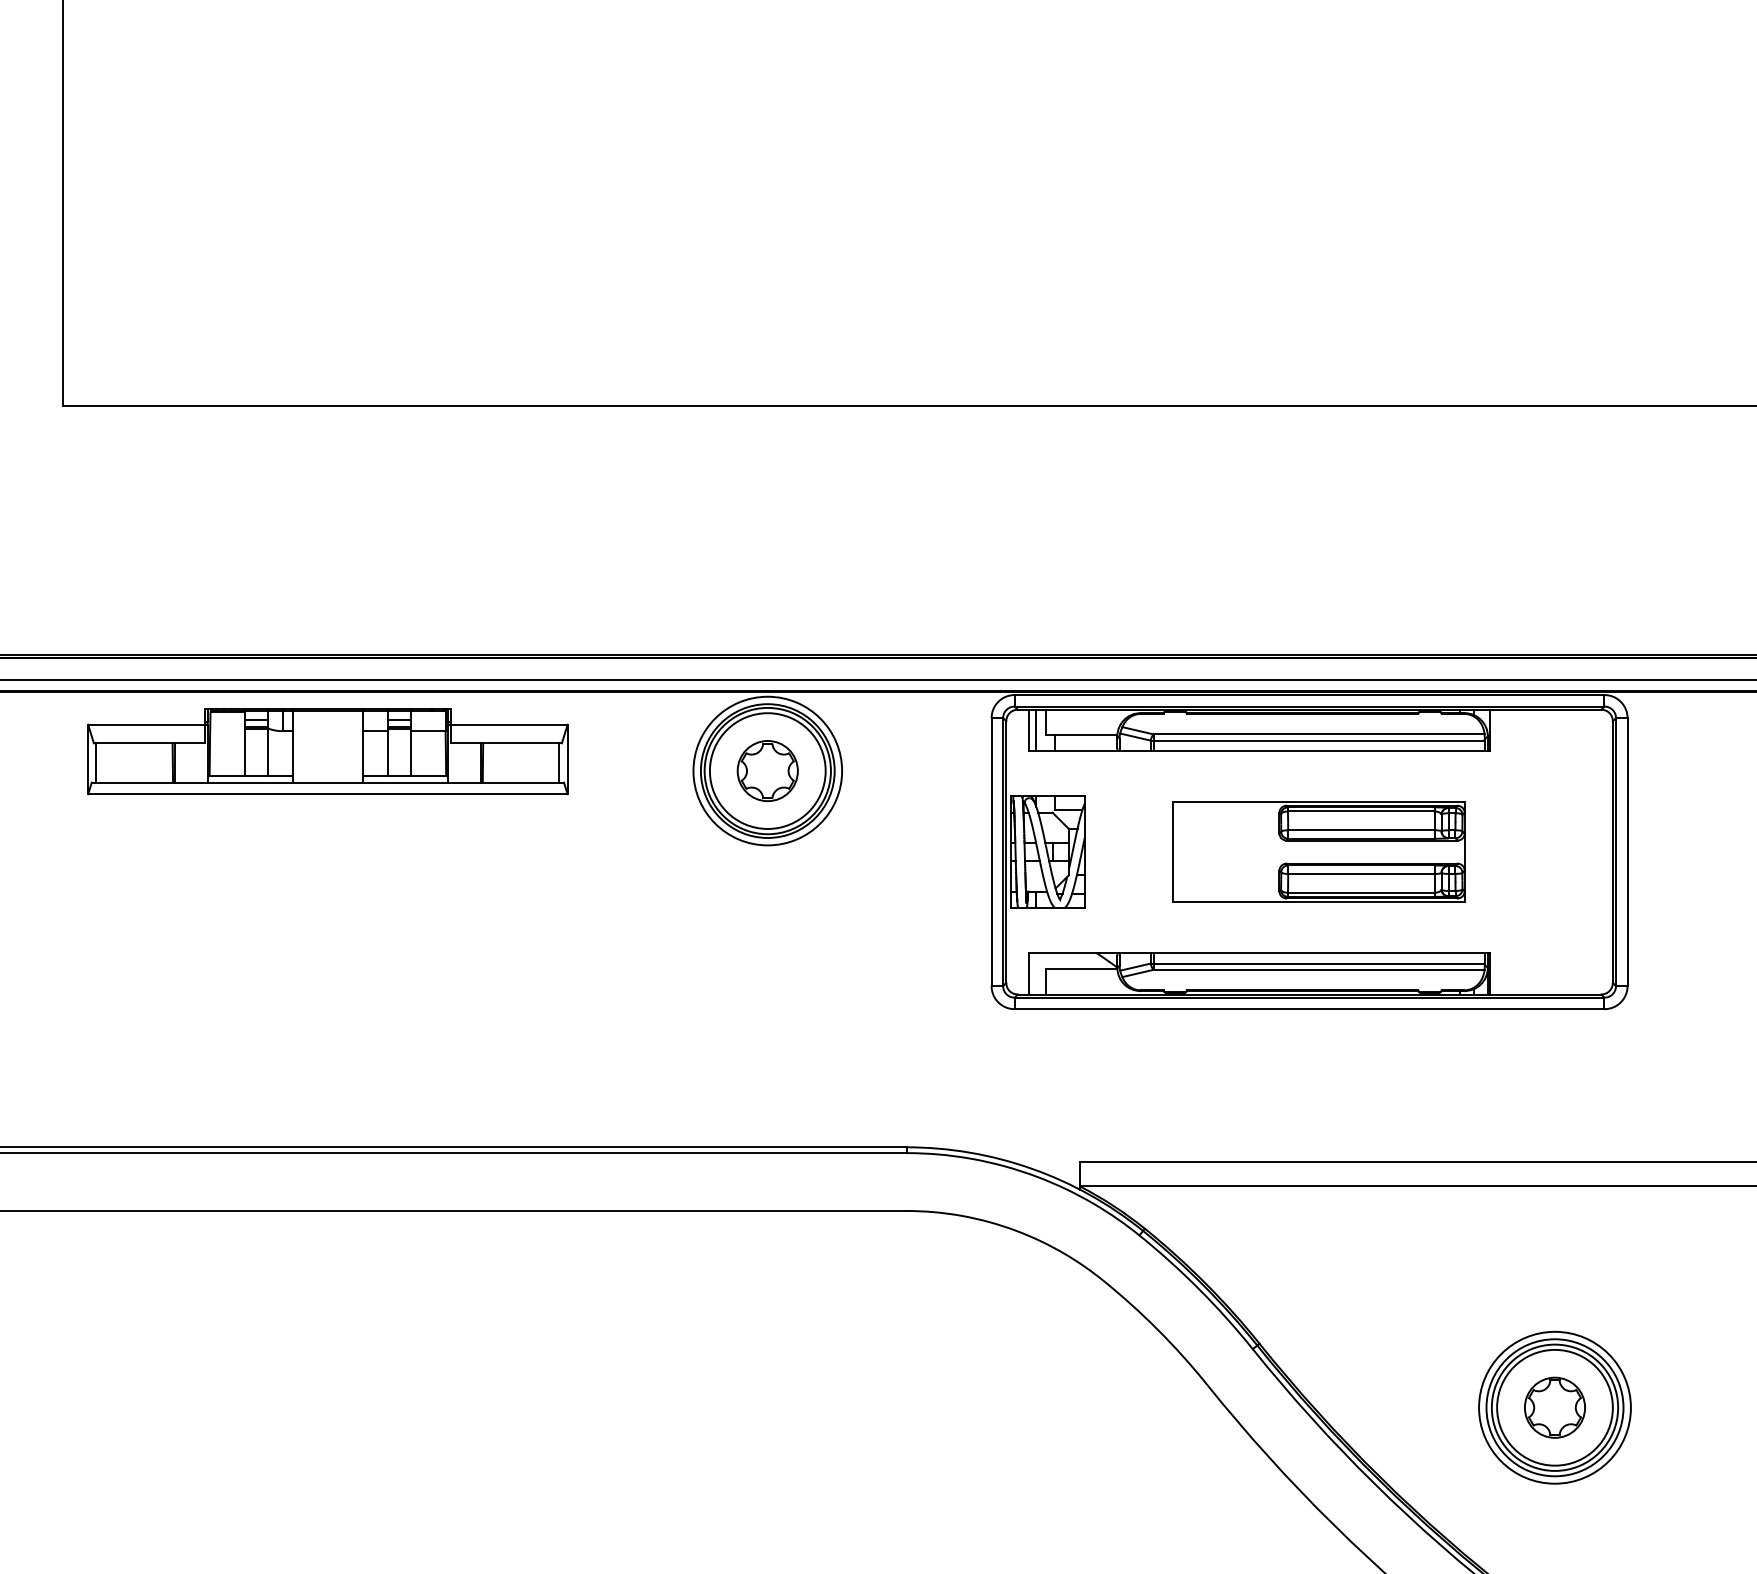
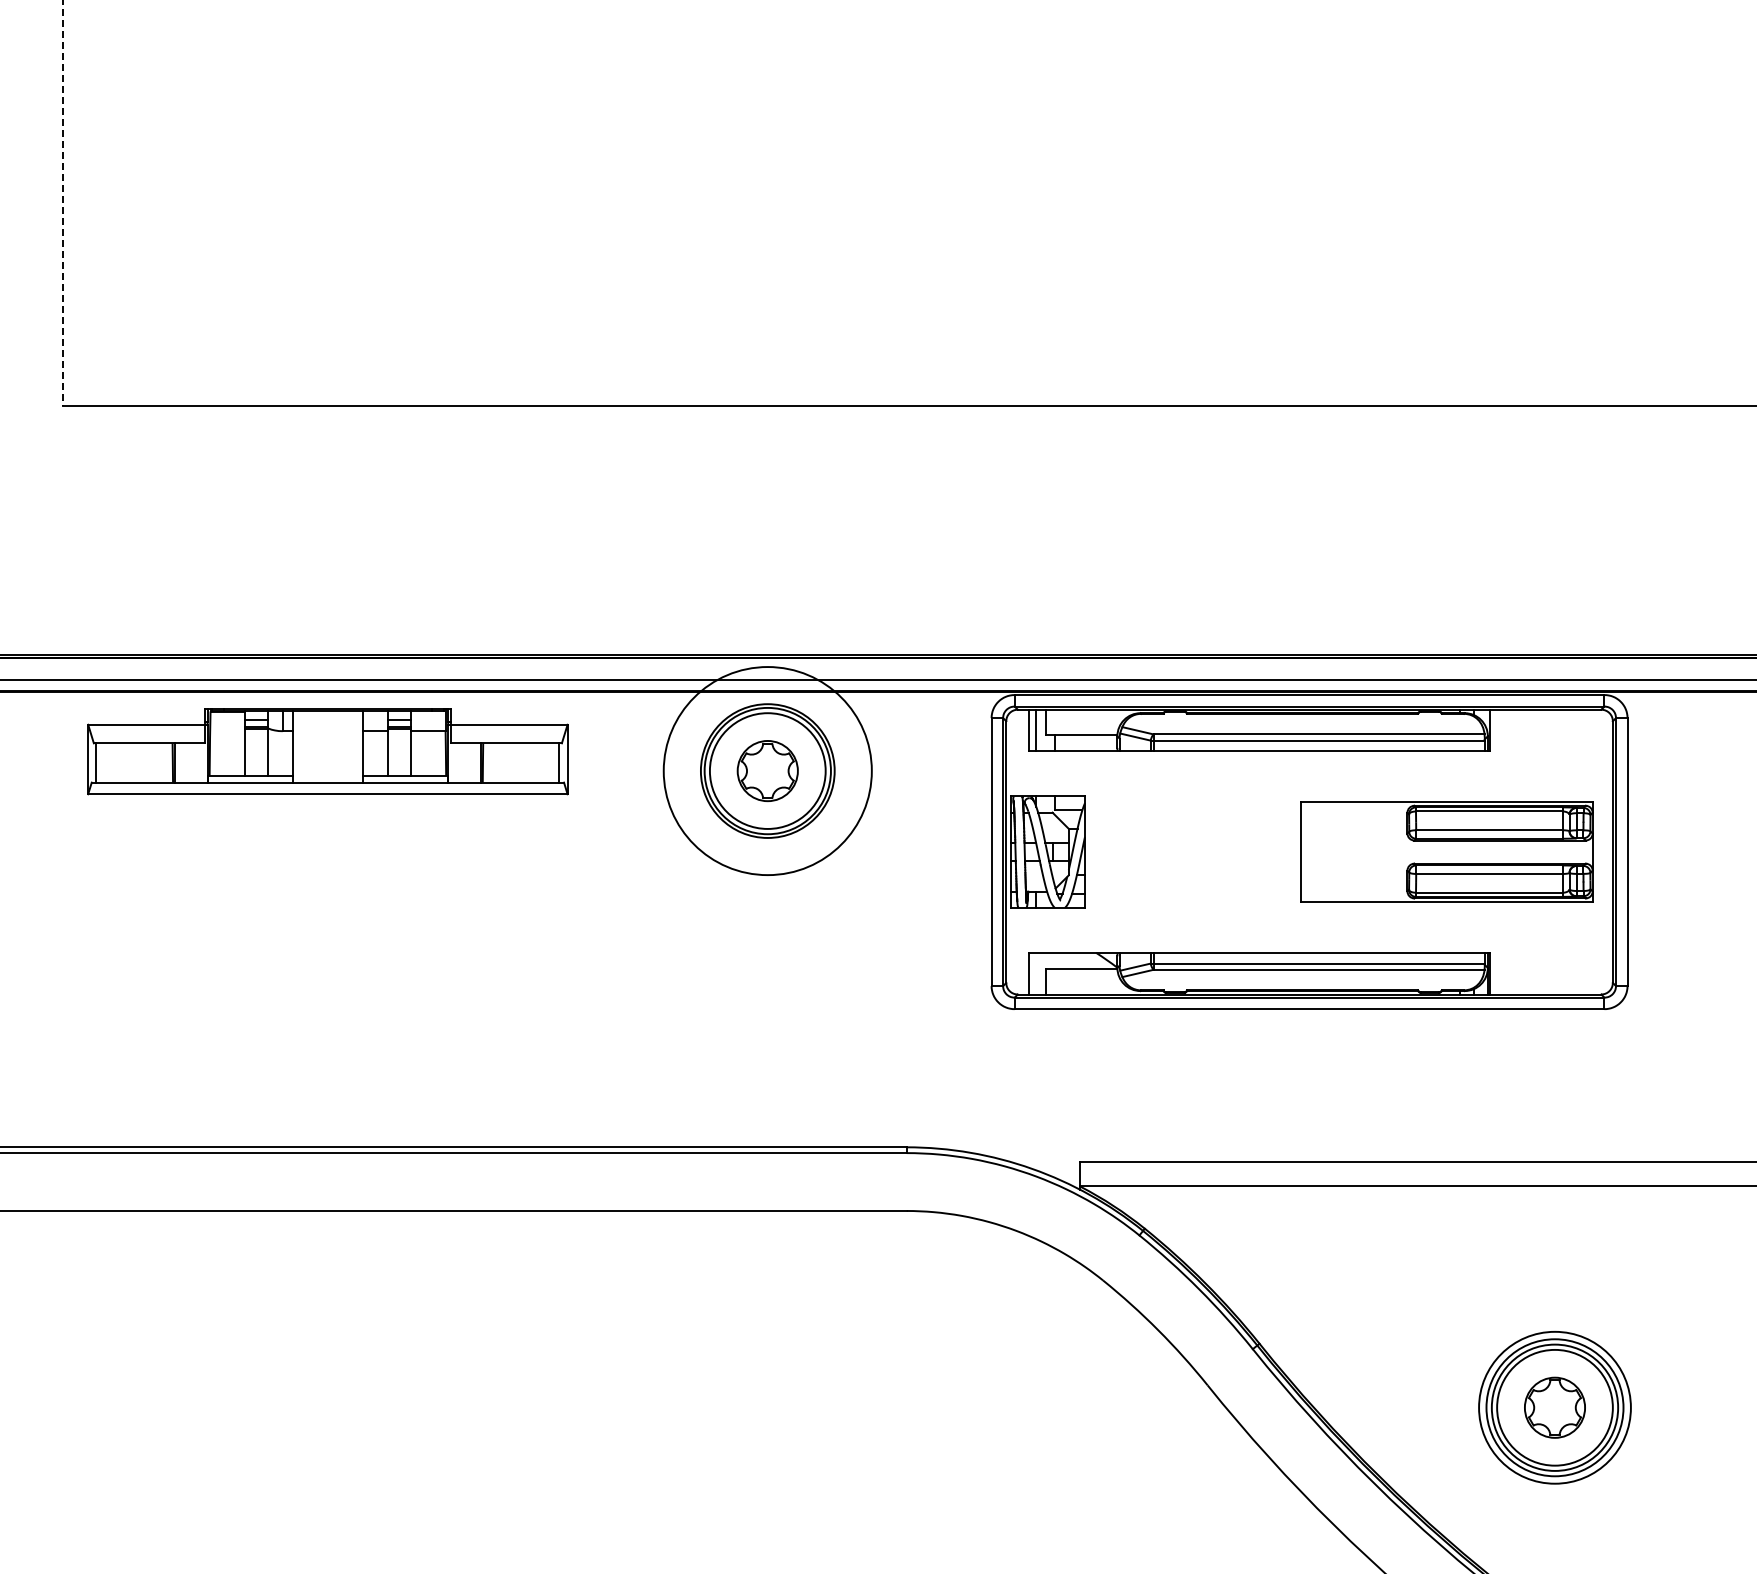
line at (62, 203): solid -> dashed
circle at (767, 770) diameter: 149 px -> 208 px
part at (1318, 851) position: (1318, 851) -> (1446, 851)
